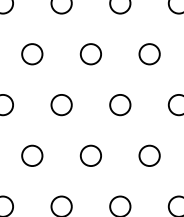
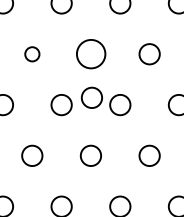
circle at (32, 54) size: 23x23 px -> 17x17 px
circle at (90, 54) size: 23x23 px -> 31x31 px
circle at (91, 97): none -> present
